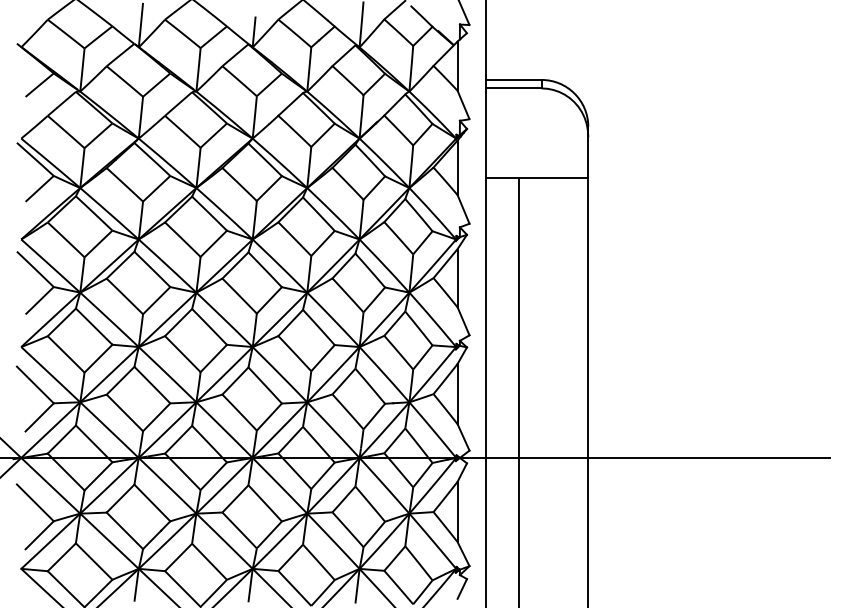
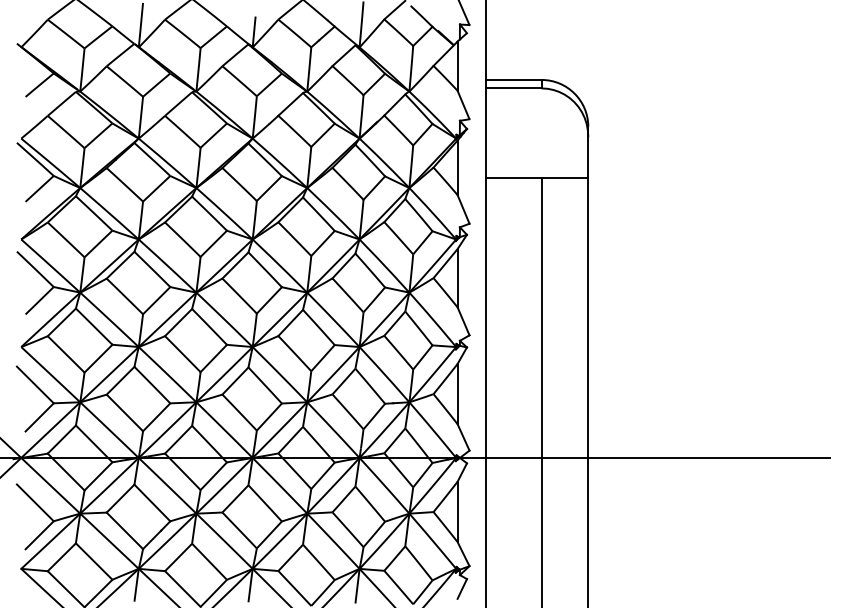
line at (518, 390) position: (518, 390) -> (541, 390)
